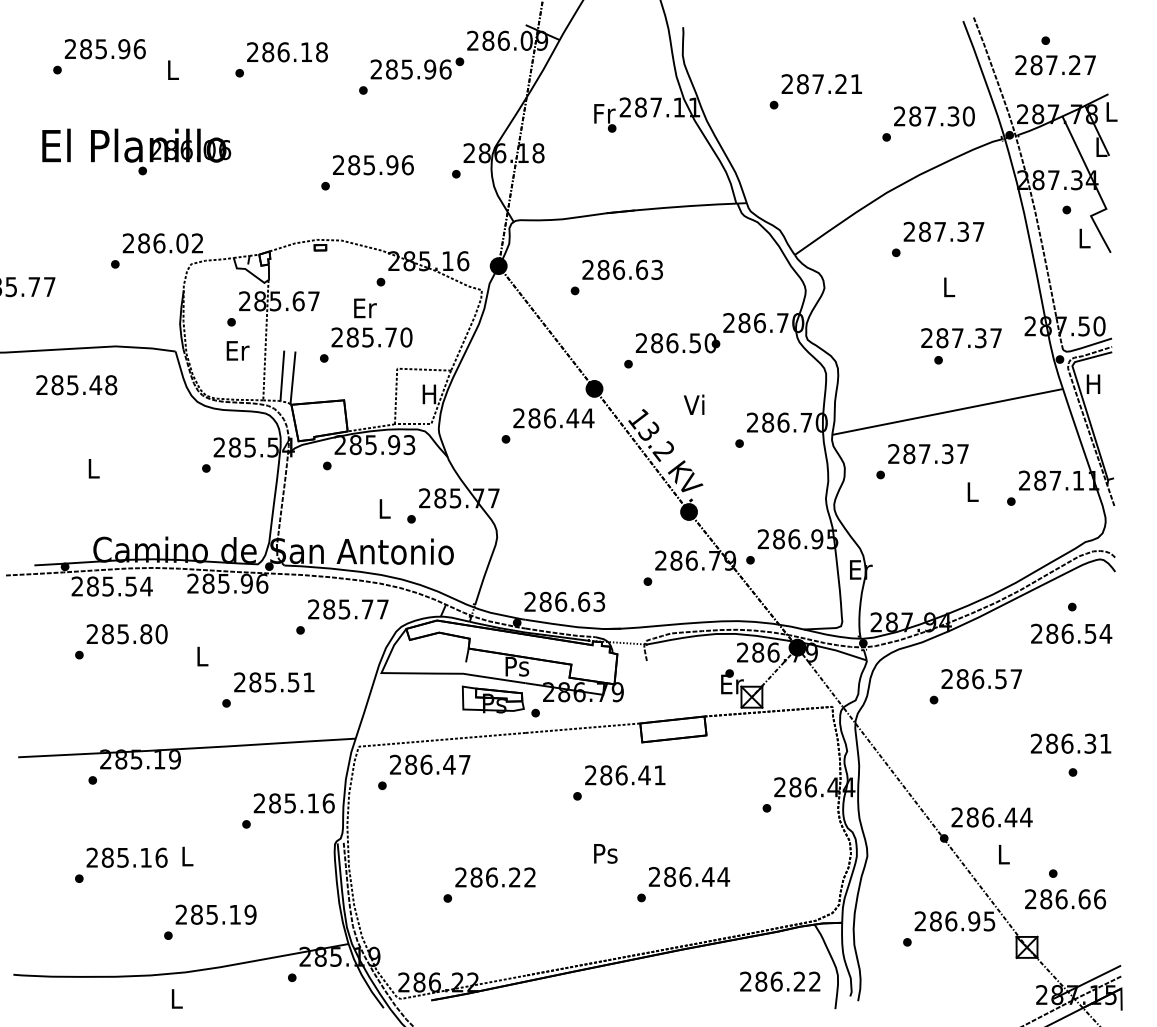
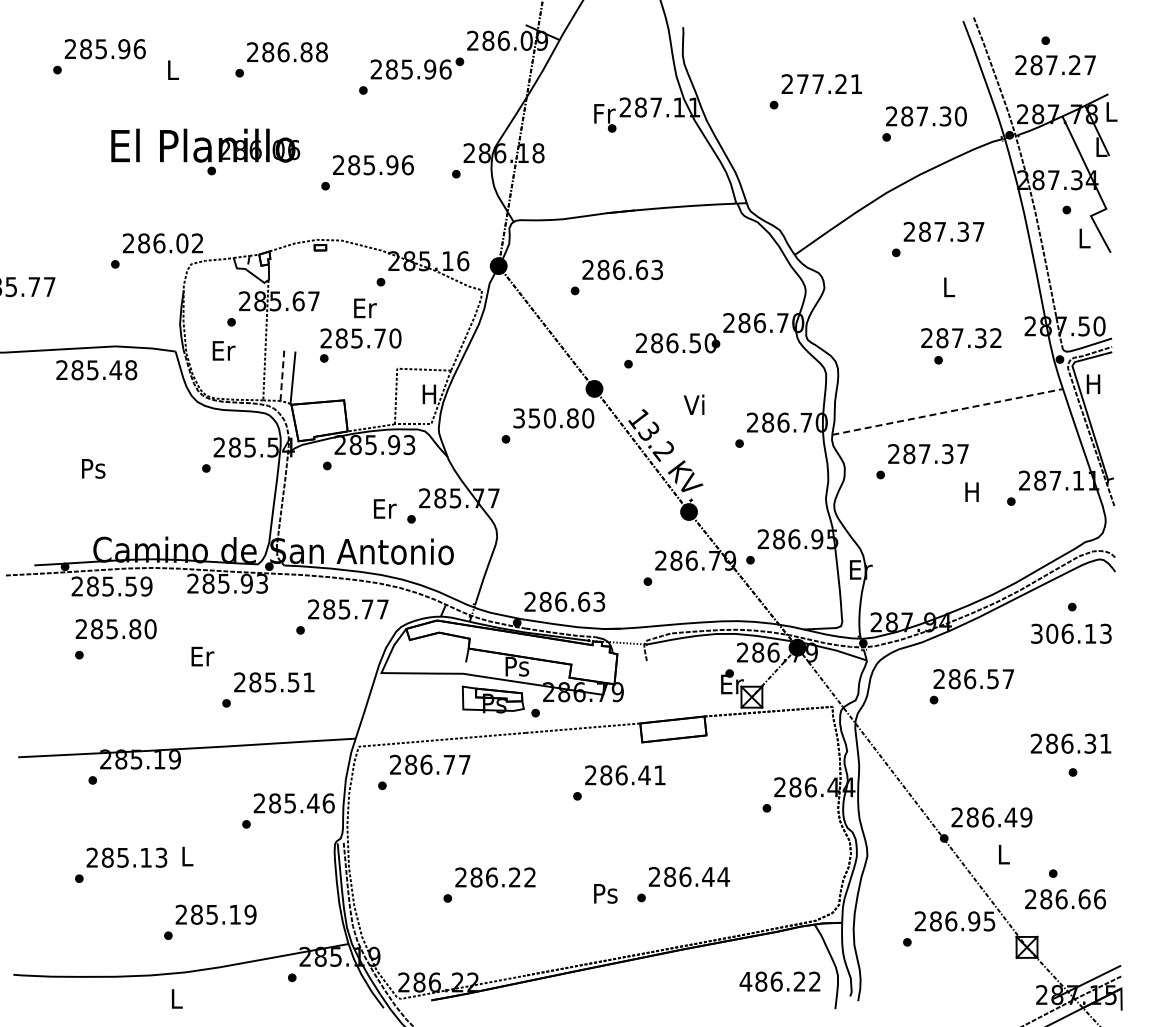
text at (306, 52): 286.18 -> 286.88
text at (802, 84): 287.21 -> 277.21
text at (934, 116) position: (934, 116) -> (926, 116)
text at (136, 151) position: (136, 151) -> (205, 151)
text at (371, 337) position: (371, 337) -> (360, 338)
text at (995, 337): 287.37 -> 287.32
text at (237, 350) position: (237, 350) -> (223, 350)
line at (282, 375): solid -> dashed
text at (76, 385) position: (76, 385) -> (96, 370)
line at (947, 411): solid -> dashed
text at (553, 418): 286.44 -> 350.80
text at (93, 468): L -> Ps
text at (971, 491): L -> H
text at (385, 508): L -> Er
text at (262, 583): 285.96 -> 285.93
text at (146, 586): 285.54 -> 285.59
text at (1071, 633): 286.54 -> 306.13
text at (126, 634) position: (126, 634) -> (115, 629)
text at (202, 656): L -> Er
text at (981, 679) position: (981, 679) -> (973, 679)
text at (449, 764): 286.47 -> 286.77
text at (313, 803): 285.16 -> 285.46
text at (1026, 817): 286.44 -> 286.49
text at (605, 853) position: (605, 853) -> (605, 893)
text at (161, 857): 285.16 -> 285.13
text at (745, 981): 286.22 -> 486.22
